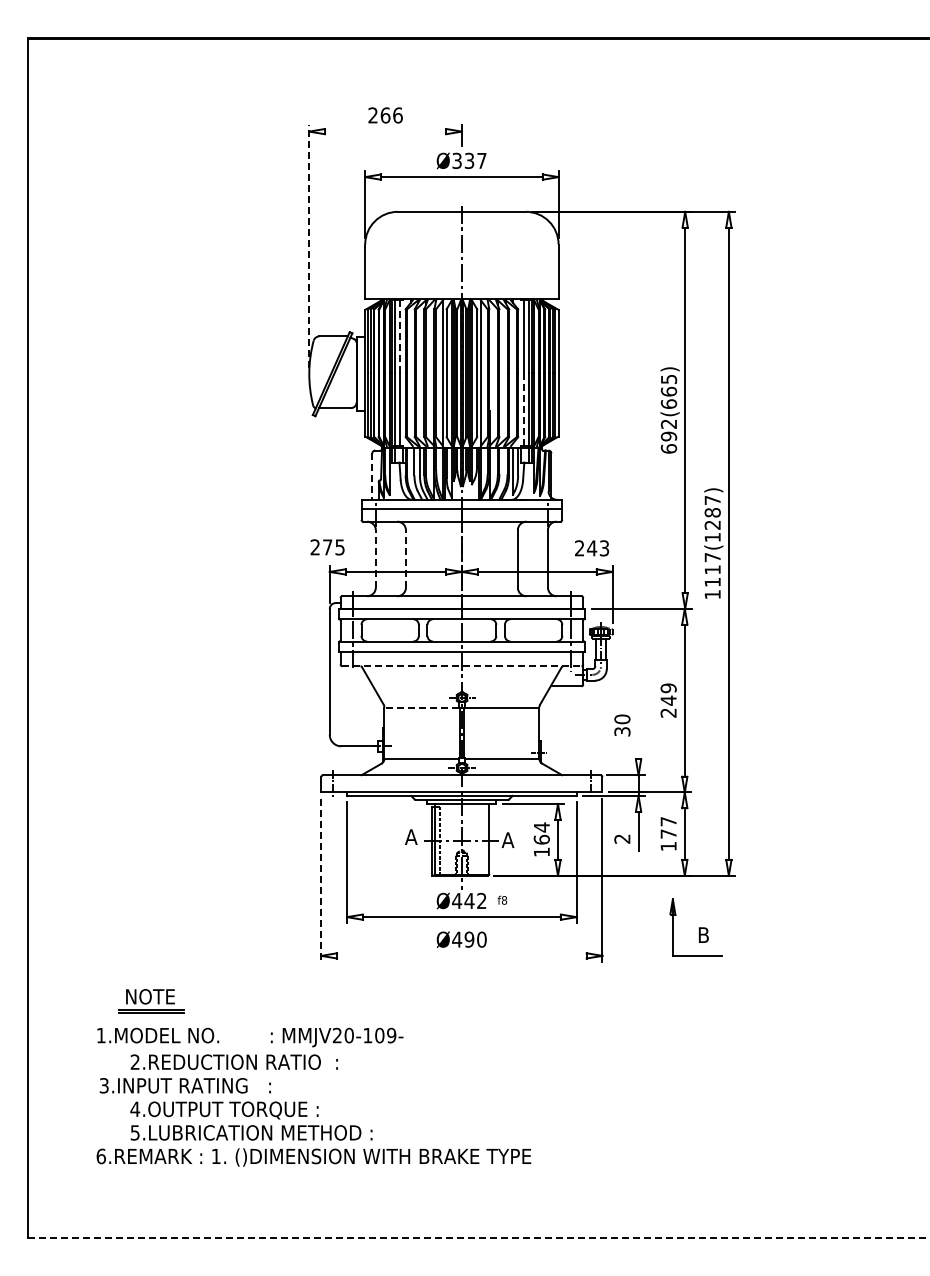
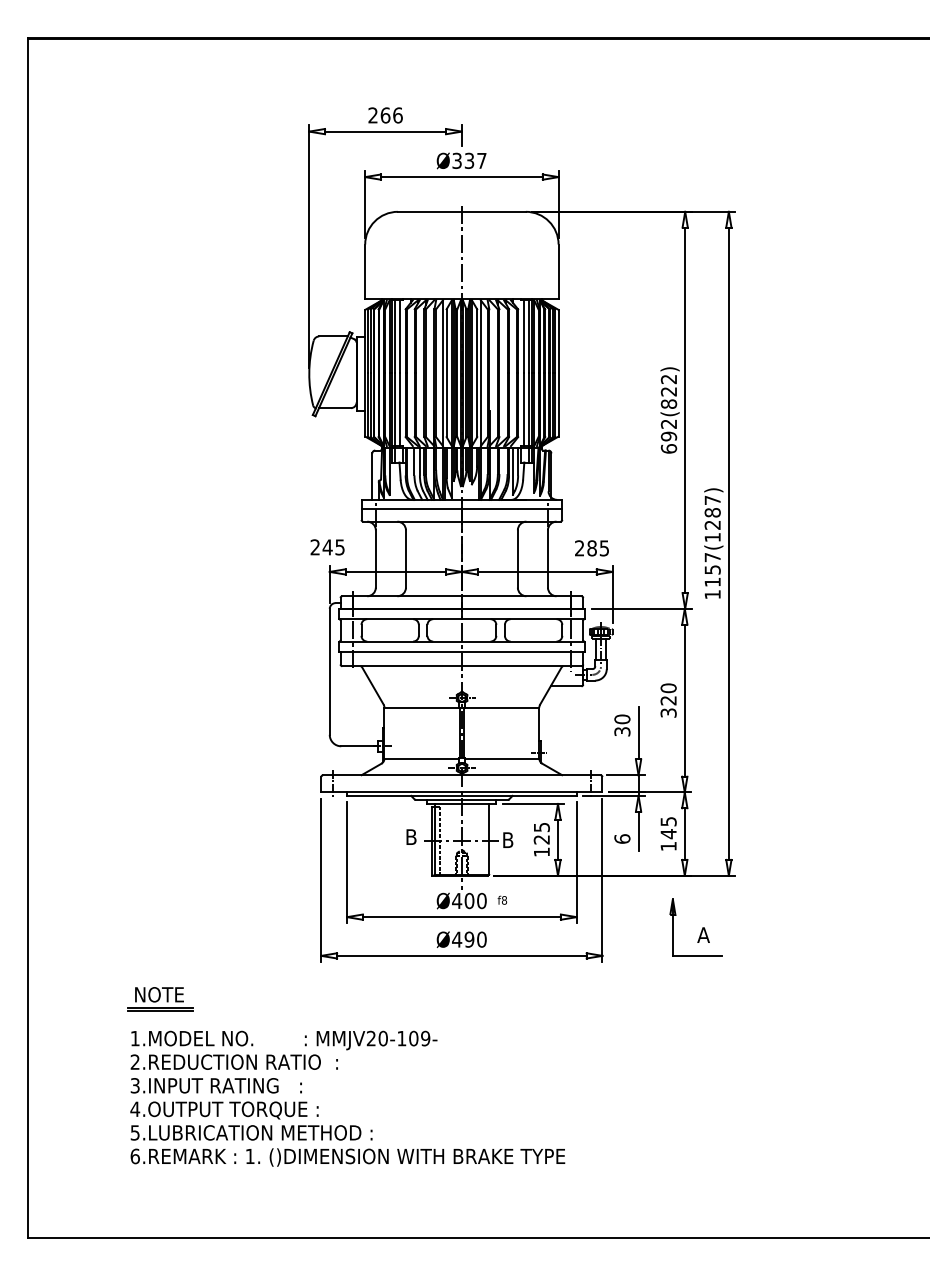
line at (385, 131): none -> present
line at (309, 246): dashed -> solid
line at (399, 337): dashed -> solid
text at (668, 391): 692(665) -> 692(822)
line at (524, 410): dashed -> solid
line at (372, 477): dashed -> solid
text at (327, 547): 275 -> 245
text at (598, 548): 243 -> 285
line at (375, 558): dashed -> solid
line at (405, 558): dashed -> solid
text at (712, 569): 1117(1287) -> 1157(1287)
line at (461, 666): dashed -> solid
text at (668, 700): 249 -> 320
line at (421, 707): dashed -> solid
line at (638, 733): none -> present
text at (668, 828): 177 -> 145
text at (541, 833): 164 -> 125
text at (411, 836): A -> B
text at (622, 838): 2 -> 6
text at (507, 839): A -> B
line at (321, 880): dashed -> solid
text at (475, 900): Ø442 -> Ø400
text at (703, 934): B -> A
line at (461, 955): none -> present
part at (151, 1001) position: (151, 1001) -> (160, 999)
text at (250, 1037) position: (250, 1037) -> (284, 1040)
text at (184, 1085) position: (184, 1085) -> (215, 1085)
text at (313, 1157) position: (313, 1157) -> (347, 1157)
line at (478, 1237): dashed -> solid
